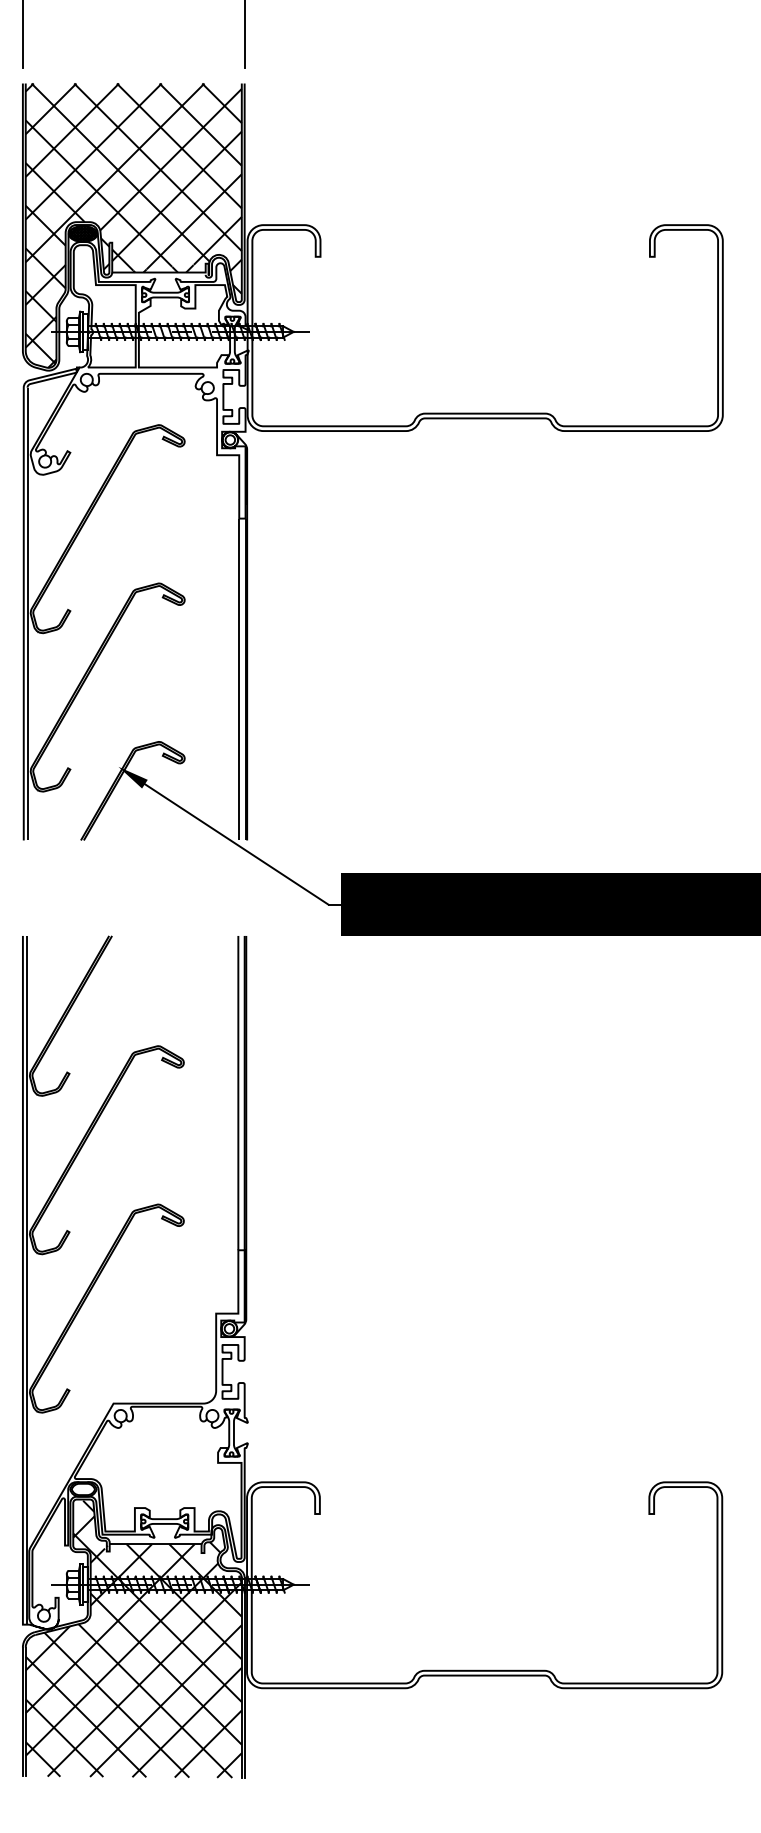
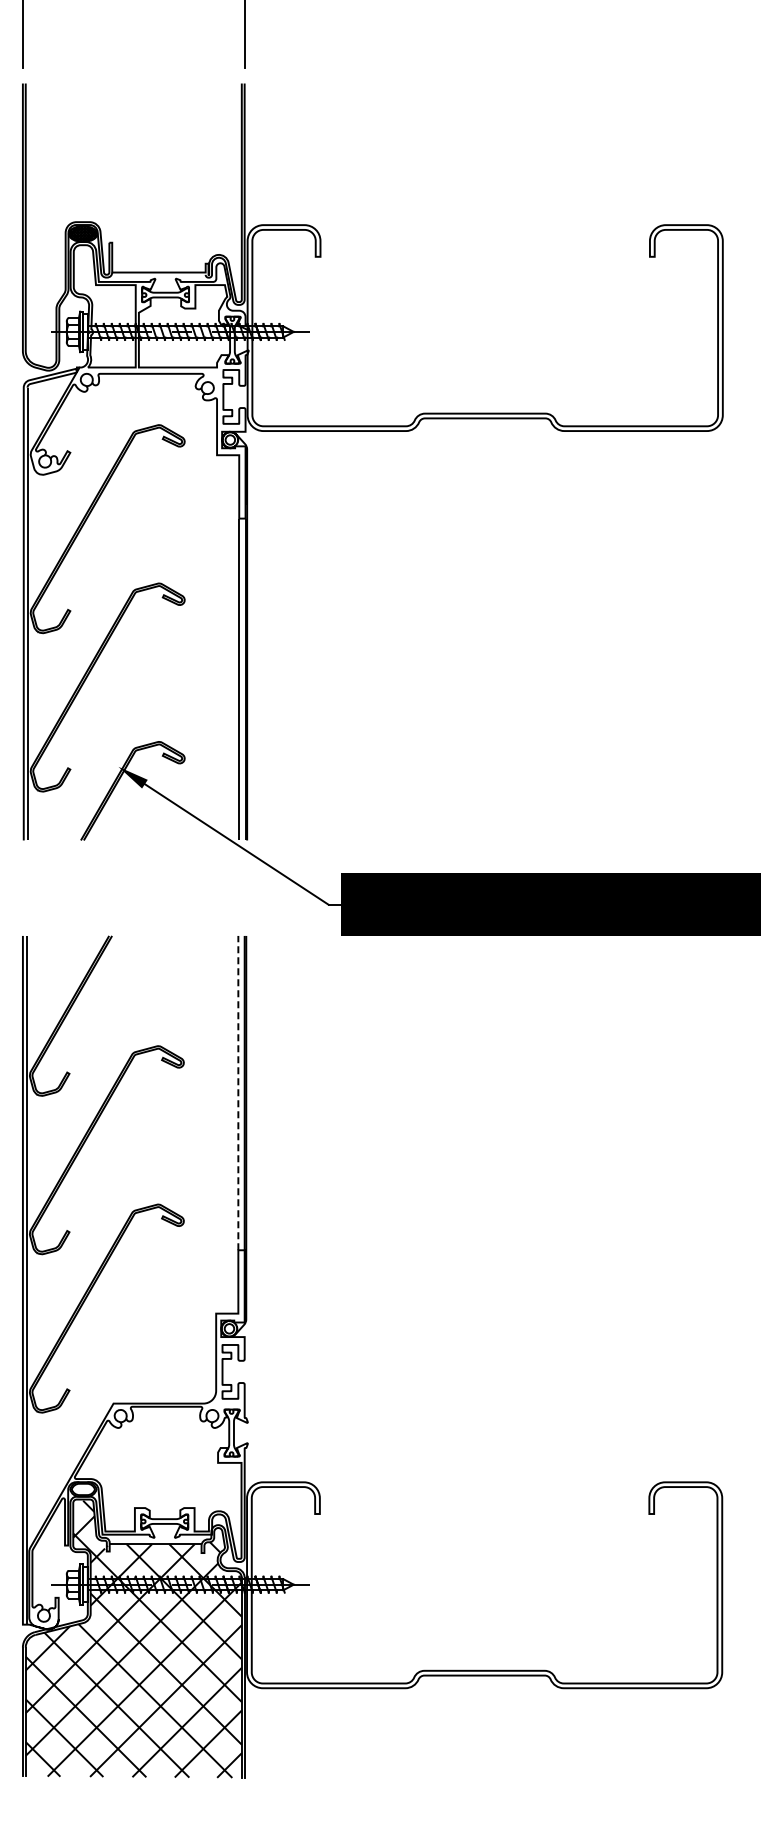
hatch at (133, 225): present -> none
line at (238, 1092): solid -> dashed
